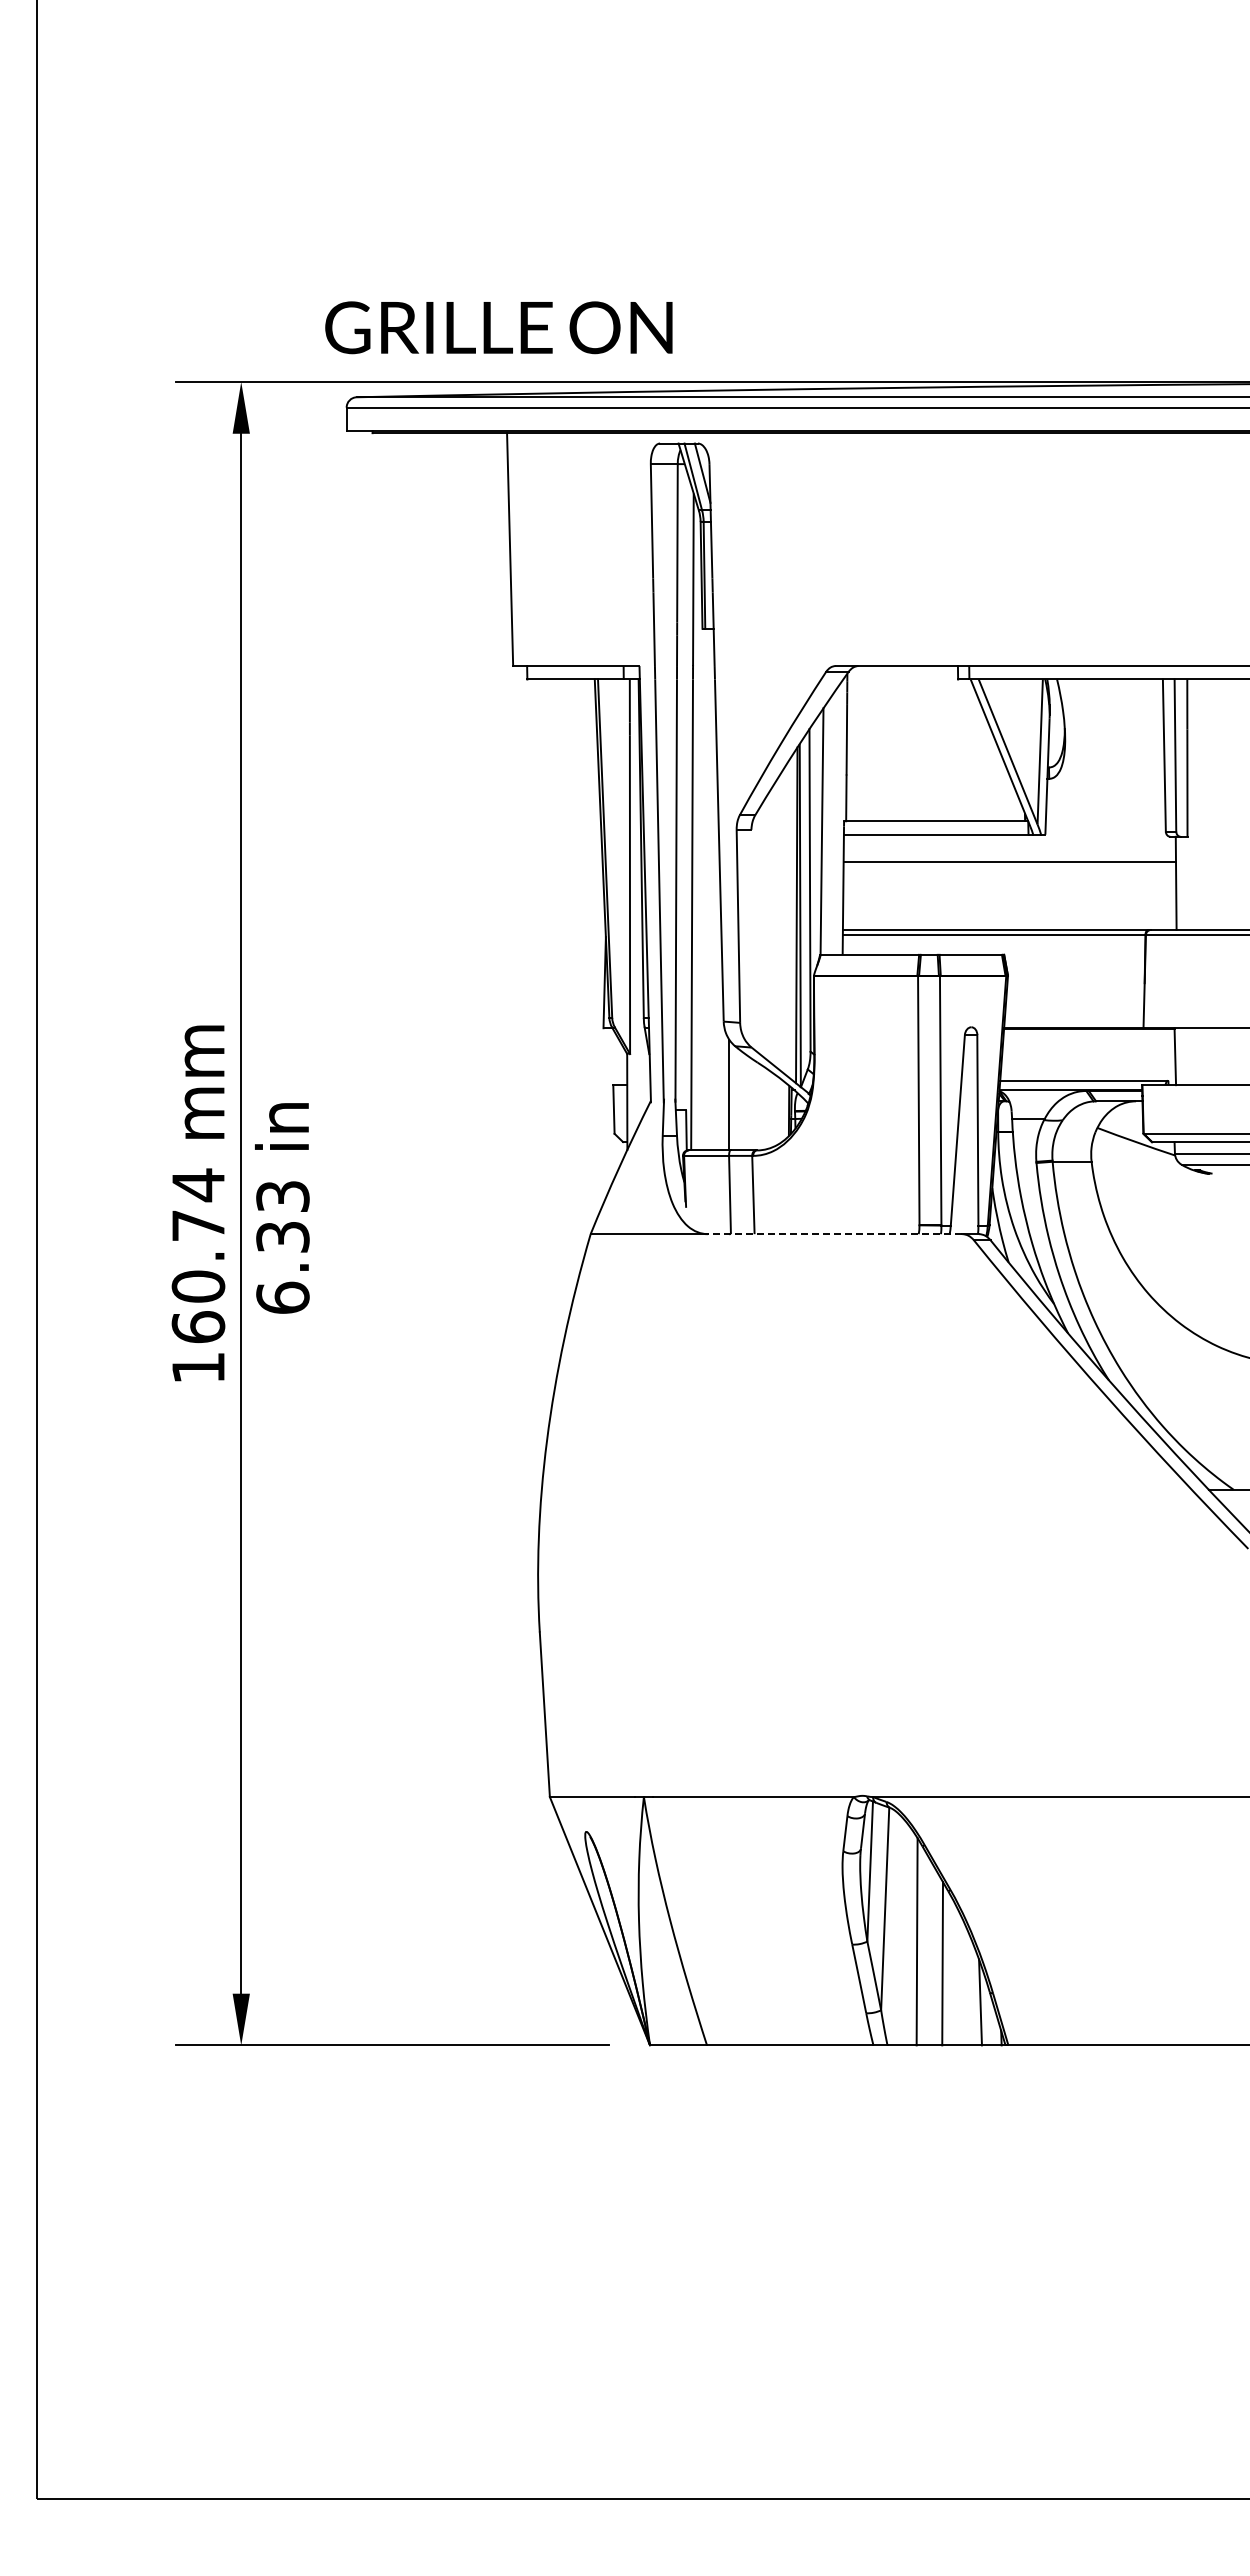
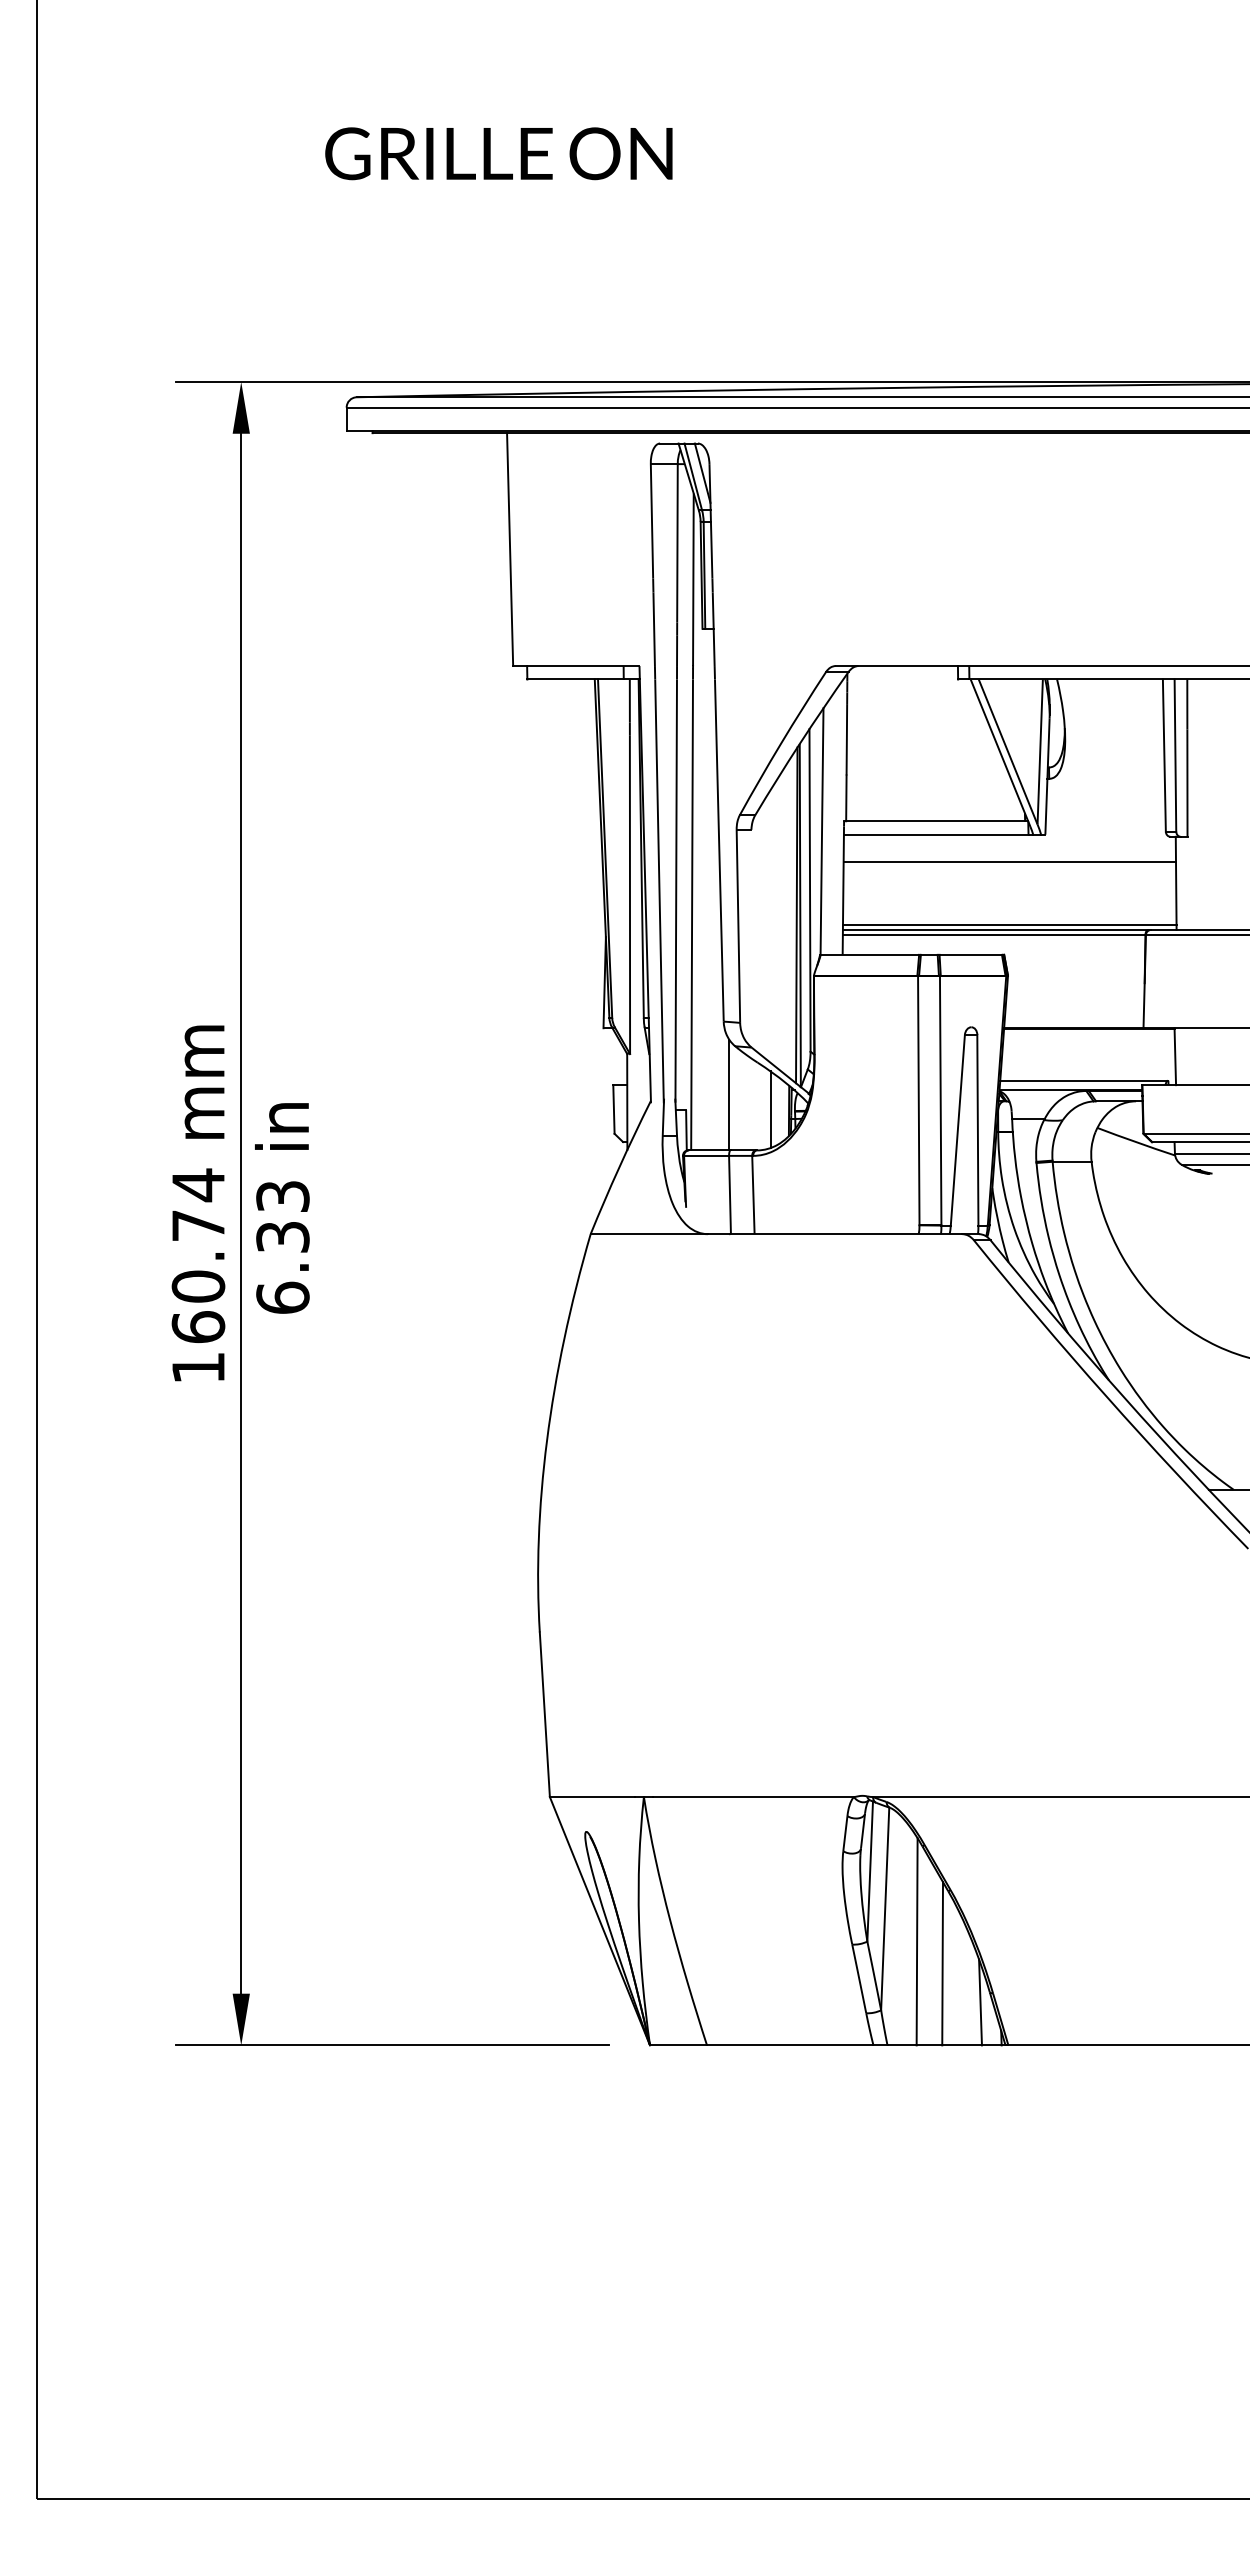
text at (498, 327) position: (498, 327) -> (498, 153)
line at (1009, 924): none -> present
line at (770, 1109): none -> present
line at (834, 1234): dashed -> solid
